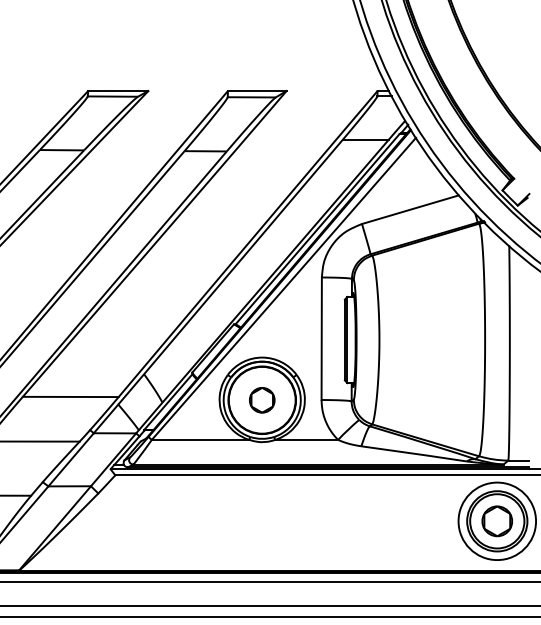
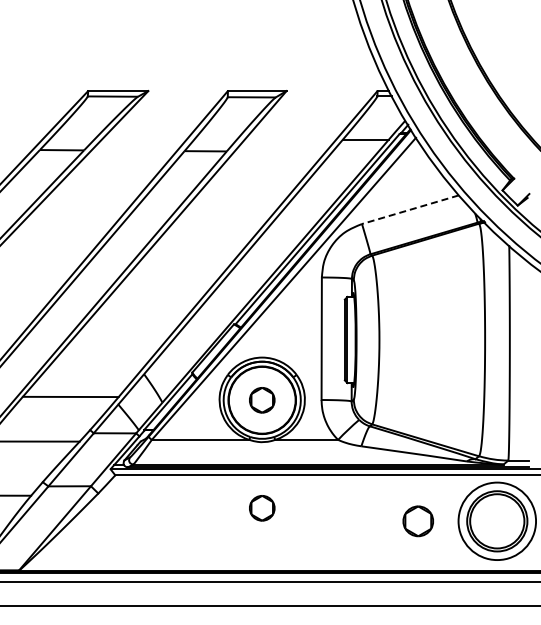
line at (409, 209): solid -> dashed
part at (262, 508): none -> present
part at (496, 521) position: (496, 521) -> (417, 521)
line at (269, 616): present -> none
